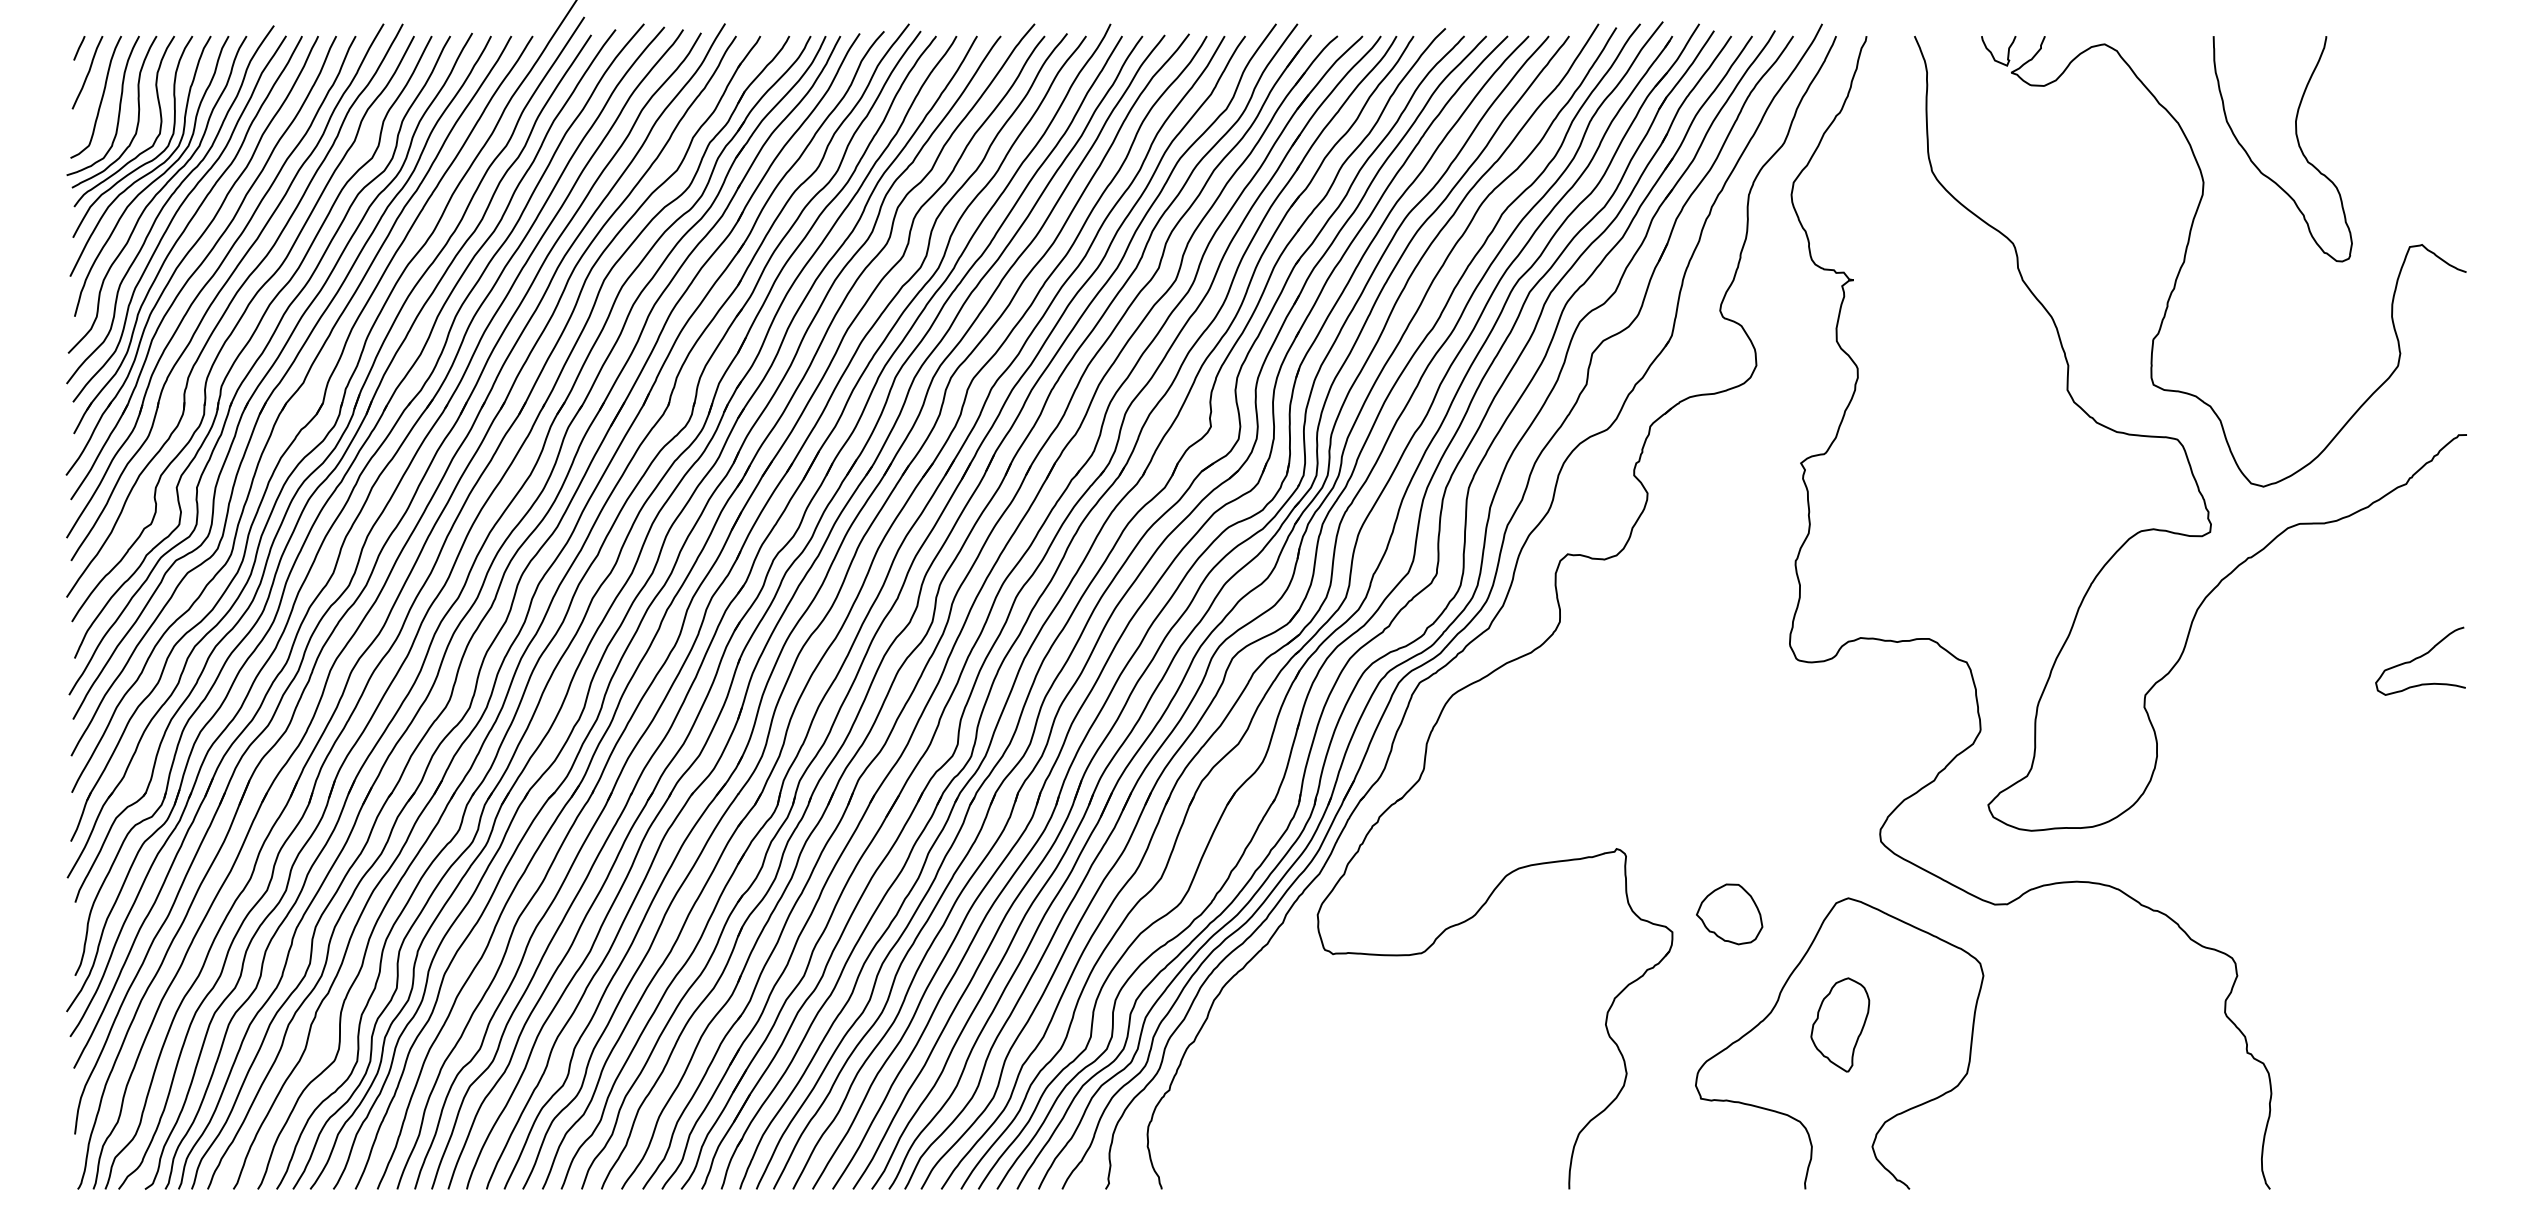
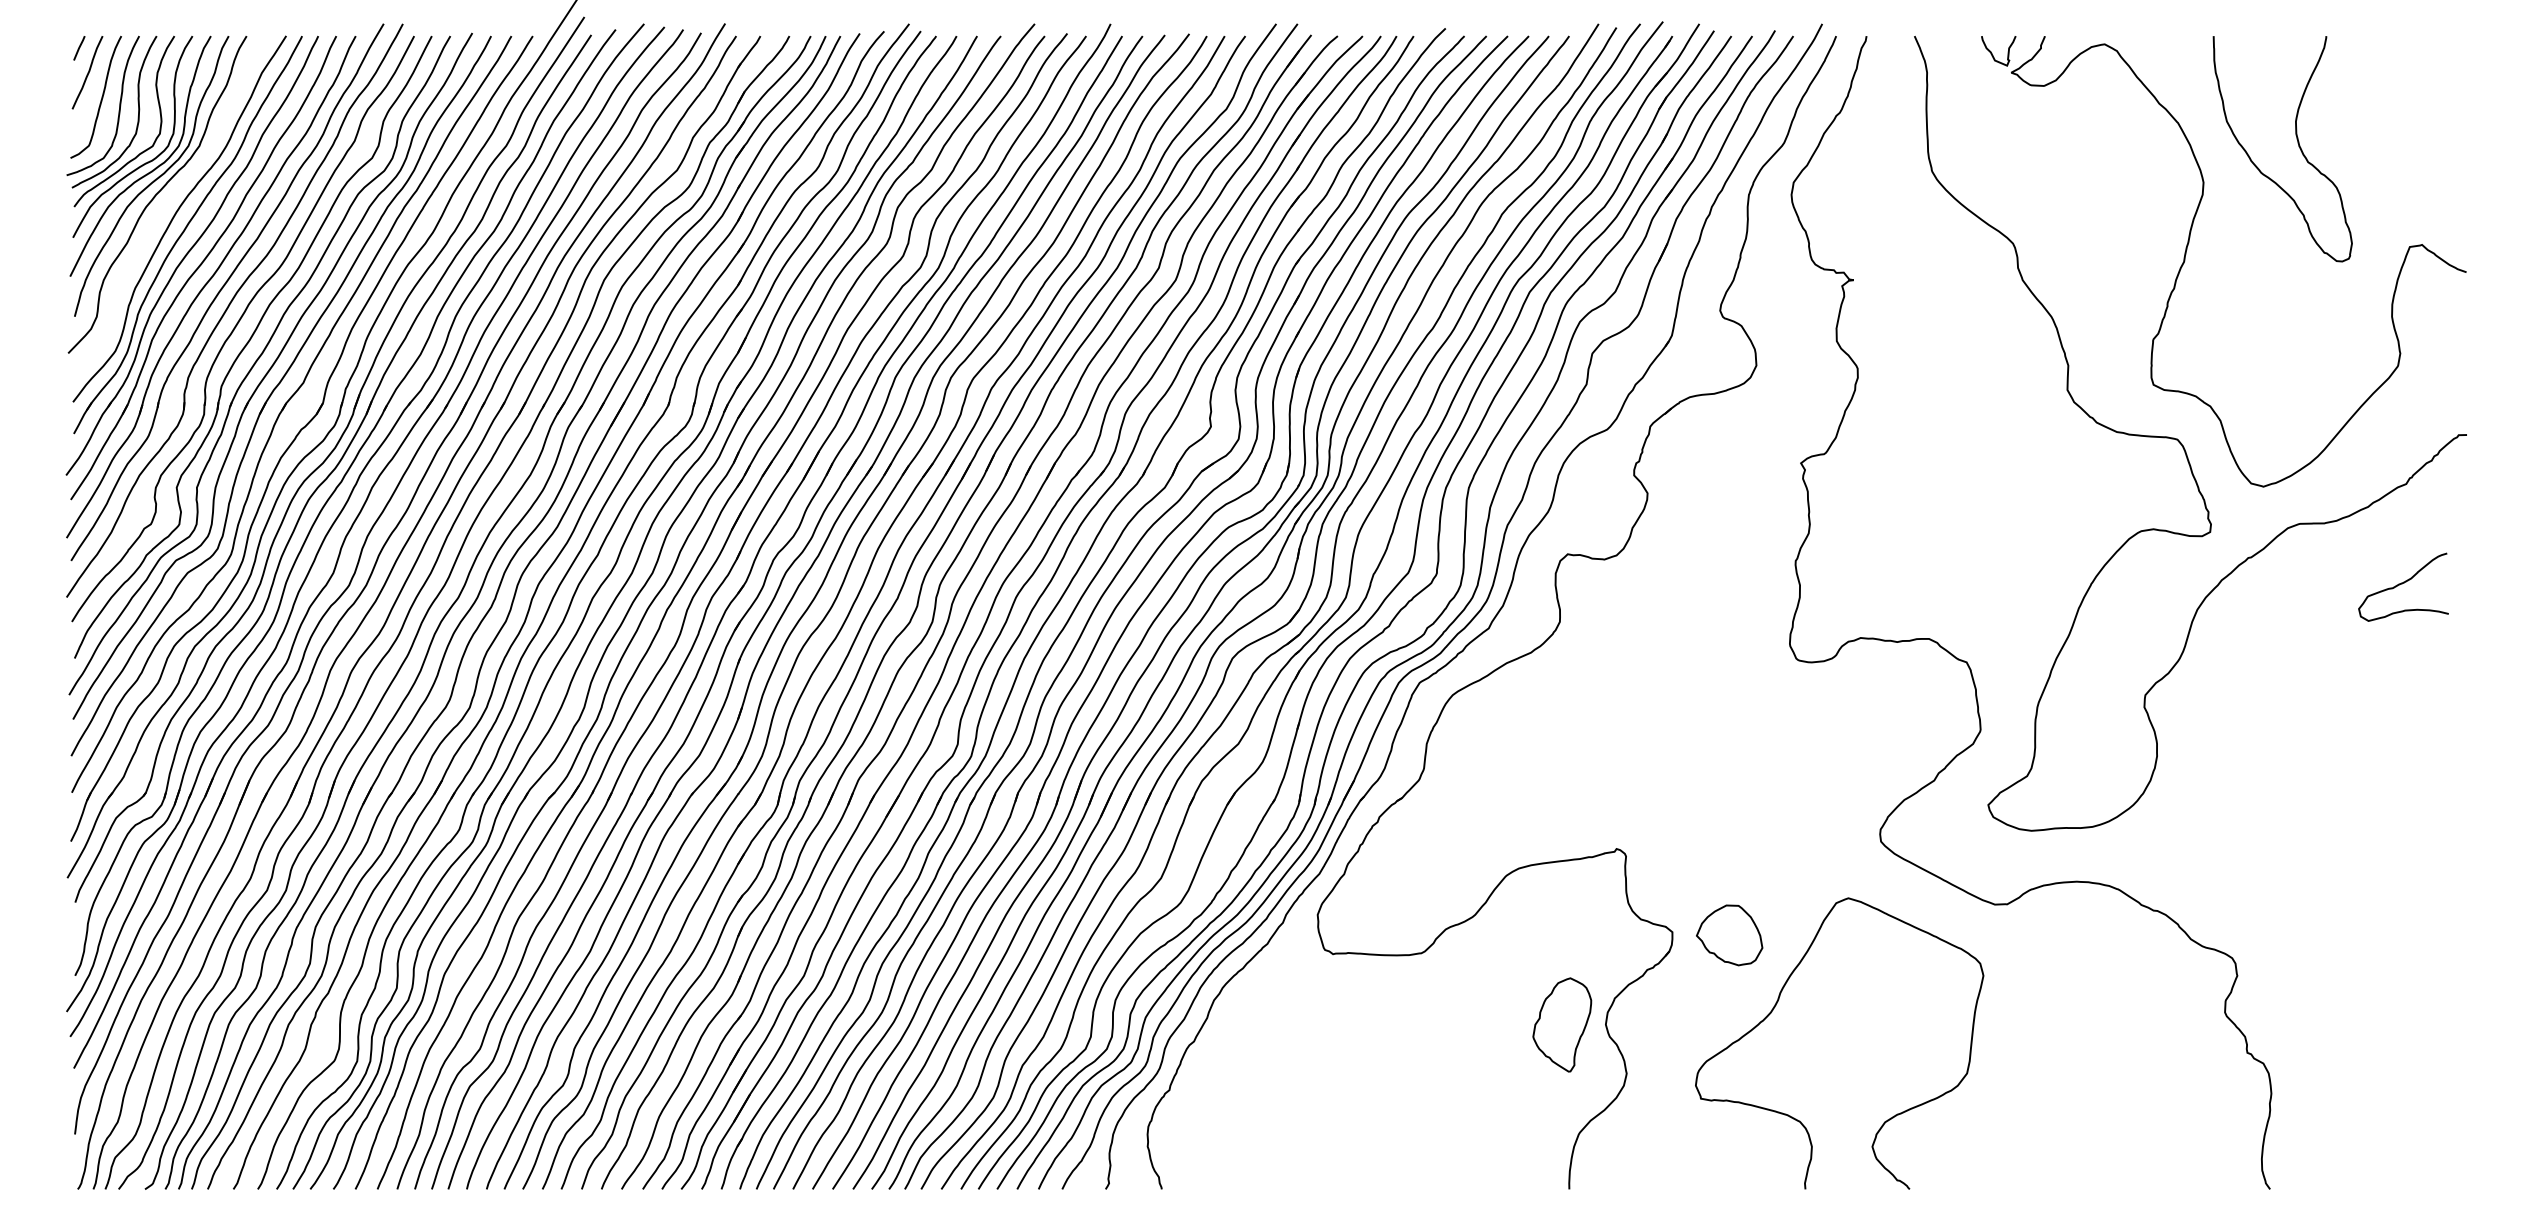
curve at (168, 201): present -> none
curve at (2419, 658) position: (2419, 658) -> (2402, 584)
part at (1729, 914) position: (1729, 914) -> (1729, 935)
part at (1840, 1024) position: (1840, 1024) -> (1562, 1024)
